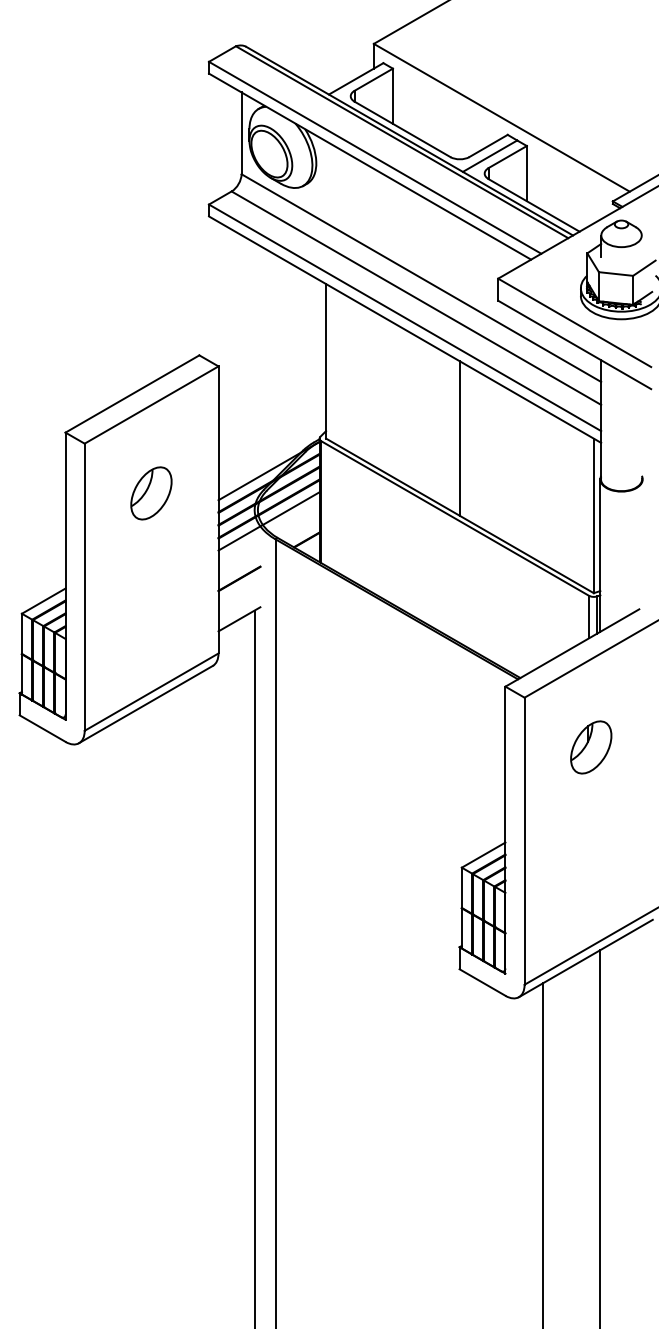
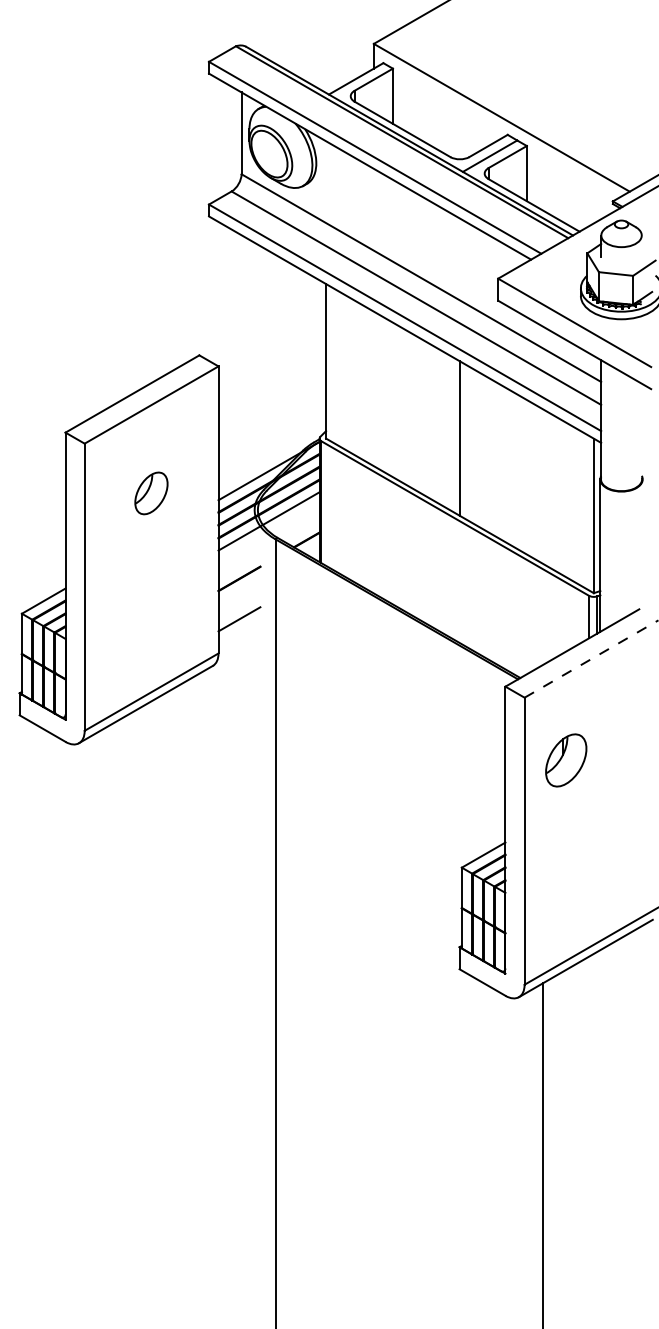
part at (151, 493) size: 43x55 px -> 35x45 px
line at (591, 658): solid -> dashed
part at (591, 747) position: (591, 747) -> (566, 760)
line at (254, 967): present -> none
line at (600, 1137): present -> none
